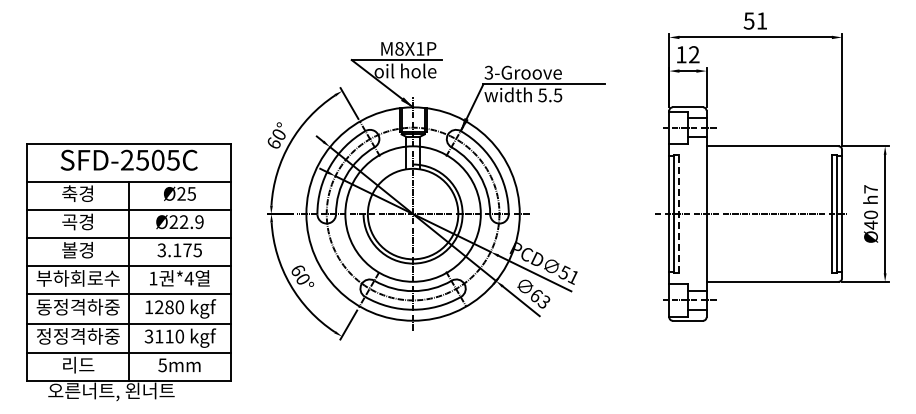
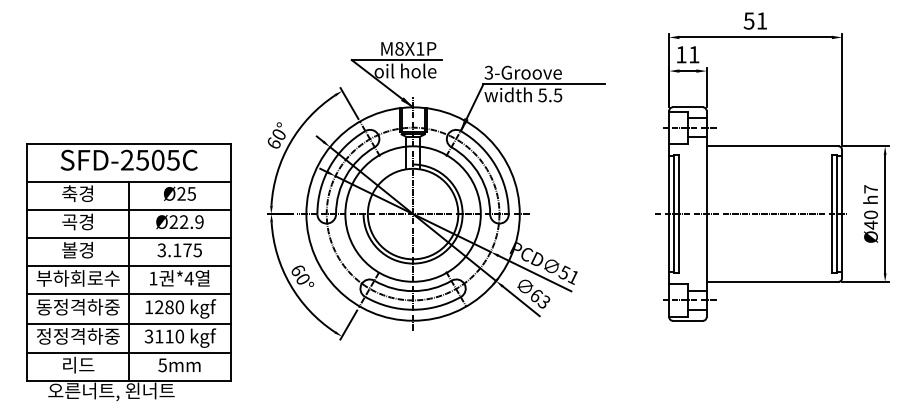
text at (694, 54): 12 -> 11
line at (679, 213): dashed -> solid
